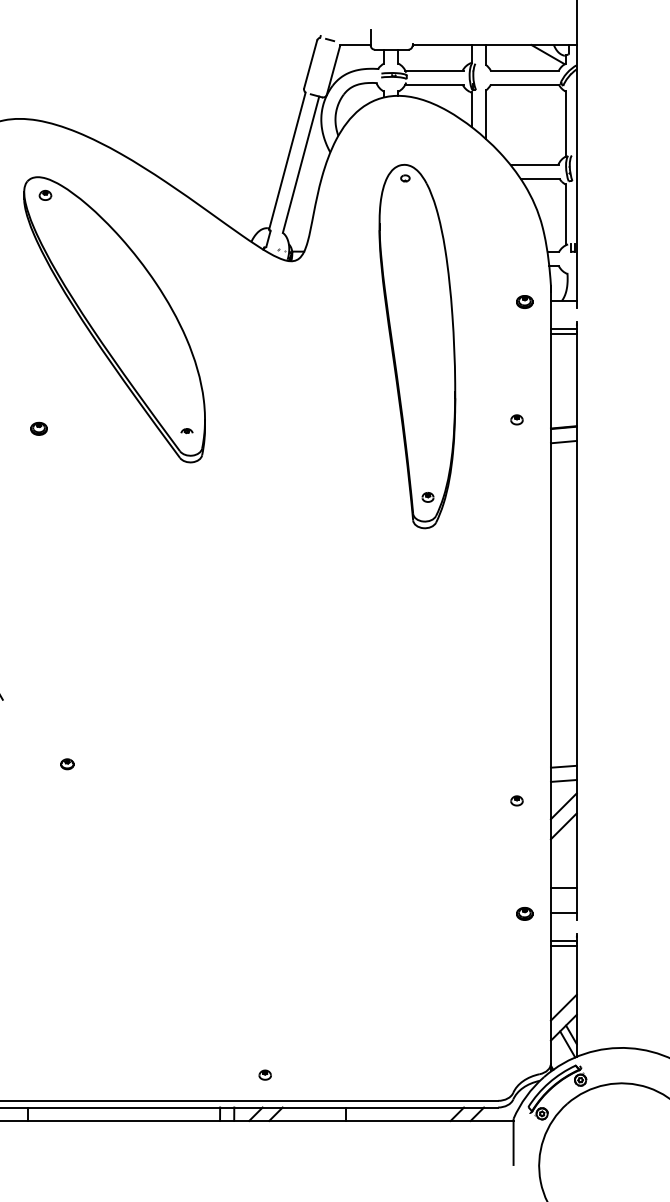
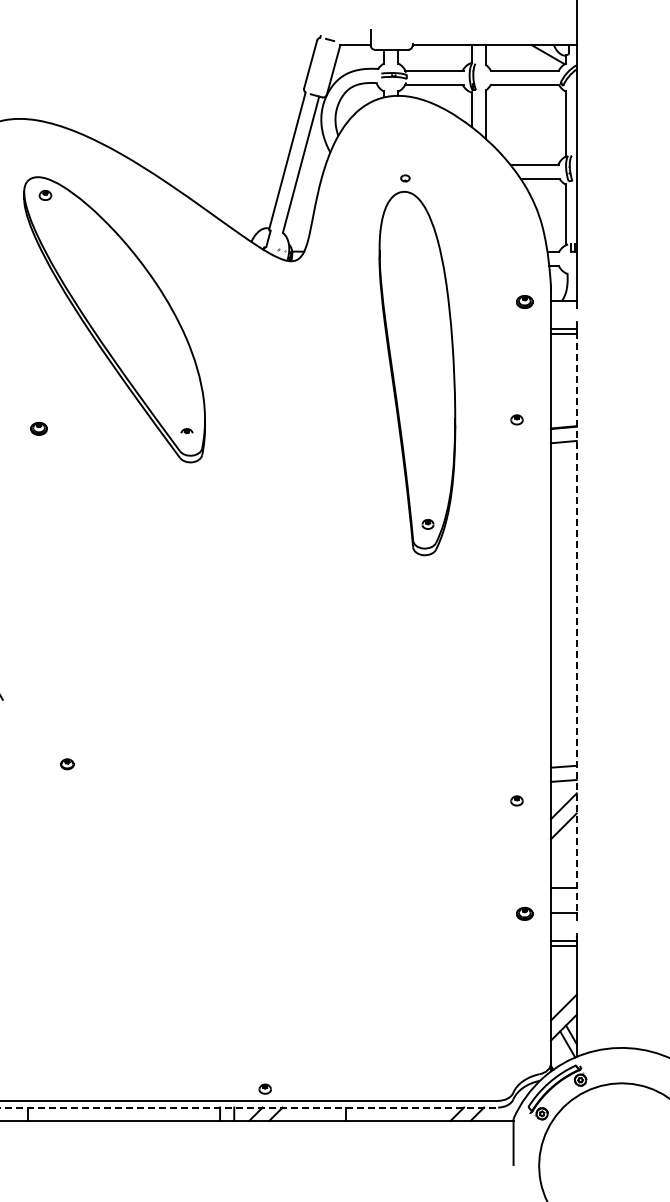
part at (417, 346) position: (417, 346) -> (417, 373)
line at (576, 622): solid -> dashed
part at (264, 1074) position: (264, 1074) -> (264, 1088)
line at (249, 1107): solid -> dashed
